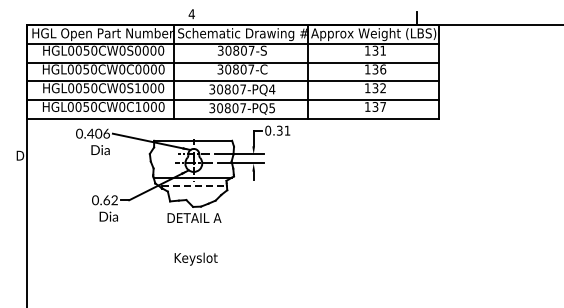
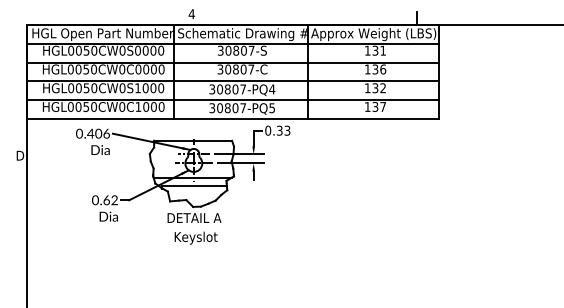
text at (287, 130): 0.31 -> 0.33
line at (195, 186): dashed -> solid
text at (195, 258) position: (195, 258) -> (195, 237)
